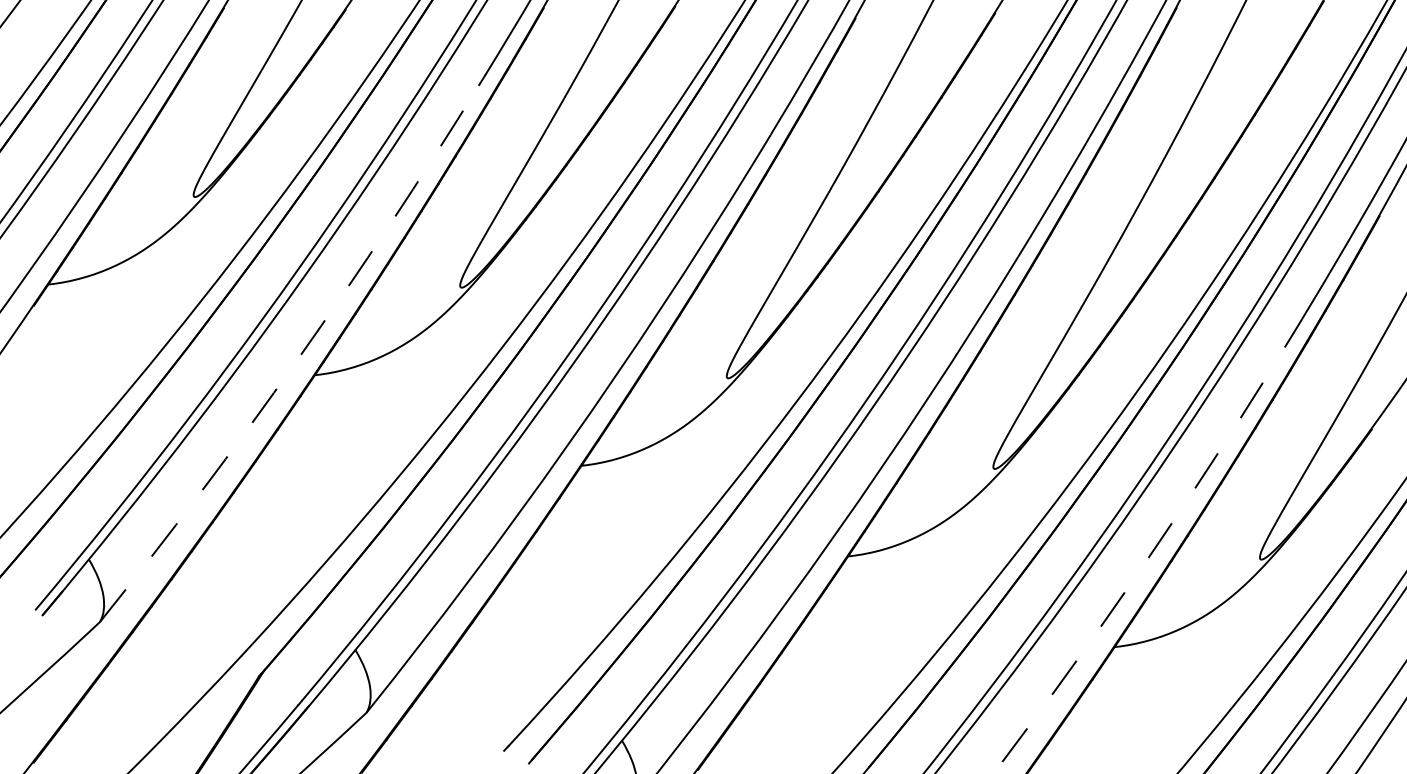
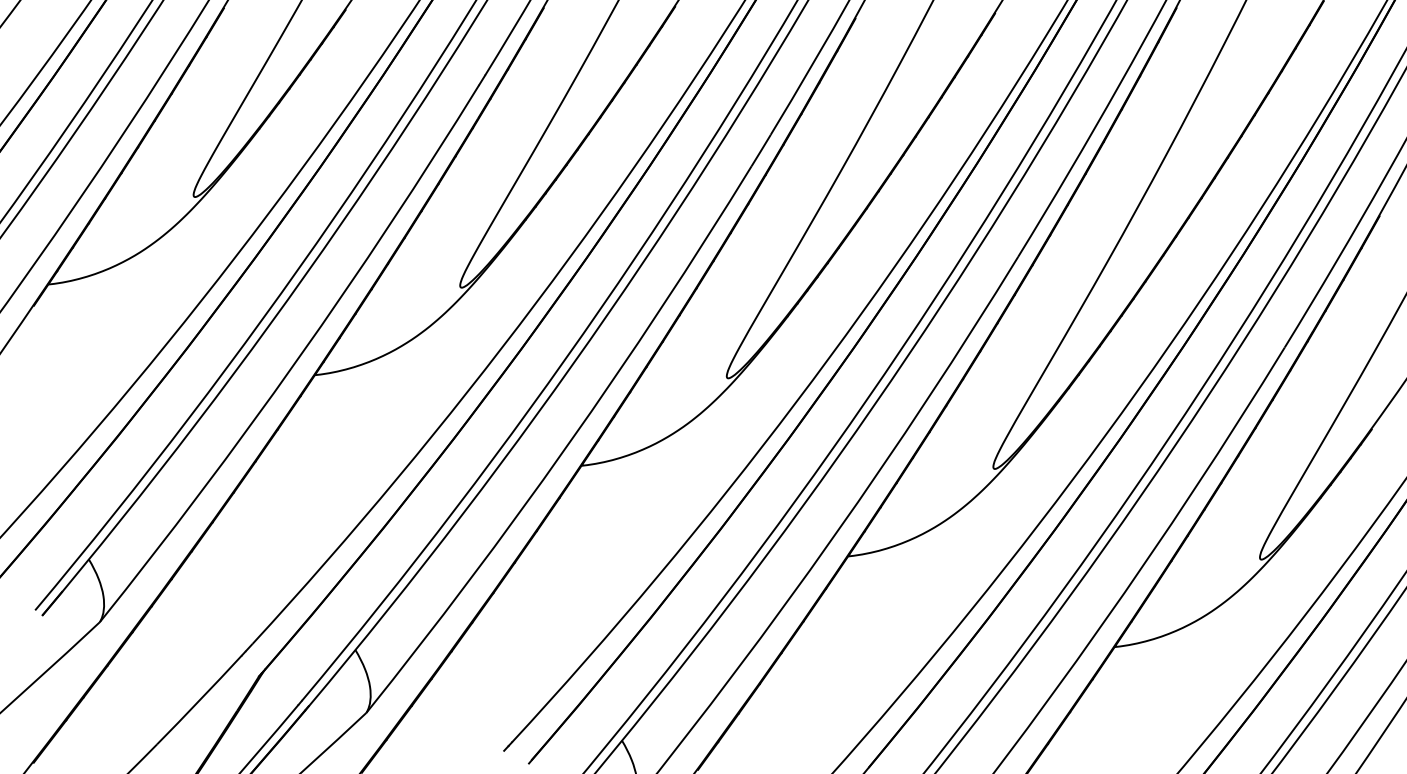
arc at (297, 359): dashed -> solid
arc at (1144, 563): dashed -> solid
